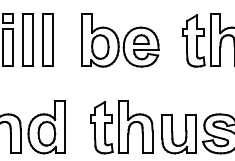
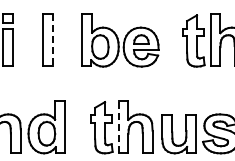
part at (27, 39): present -> none
line at (52, 40): solid -> dashed
line at (118, 126): solid -> dashed
